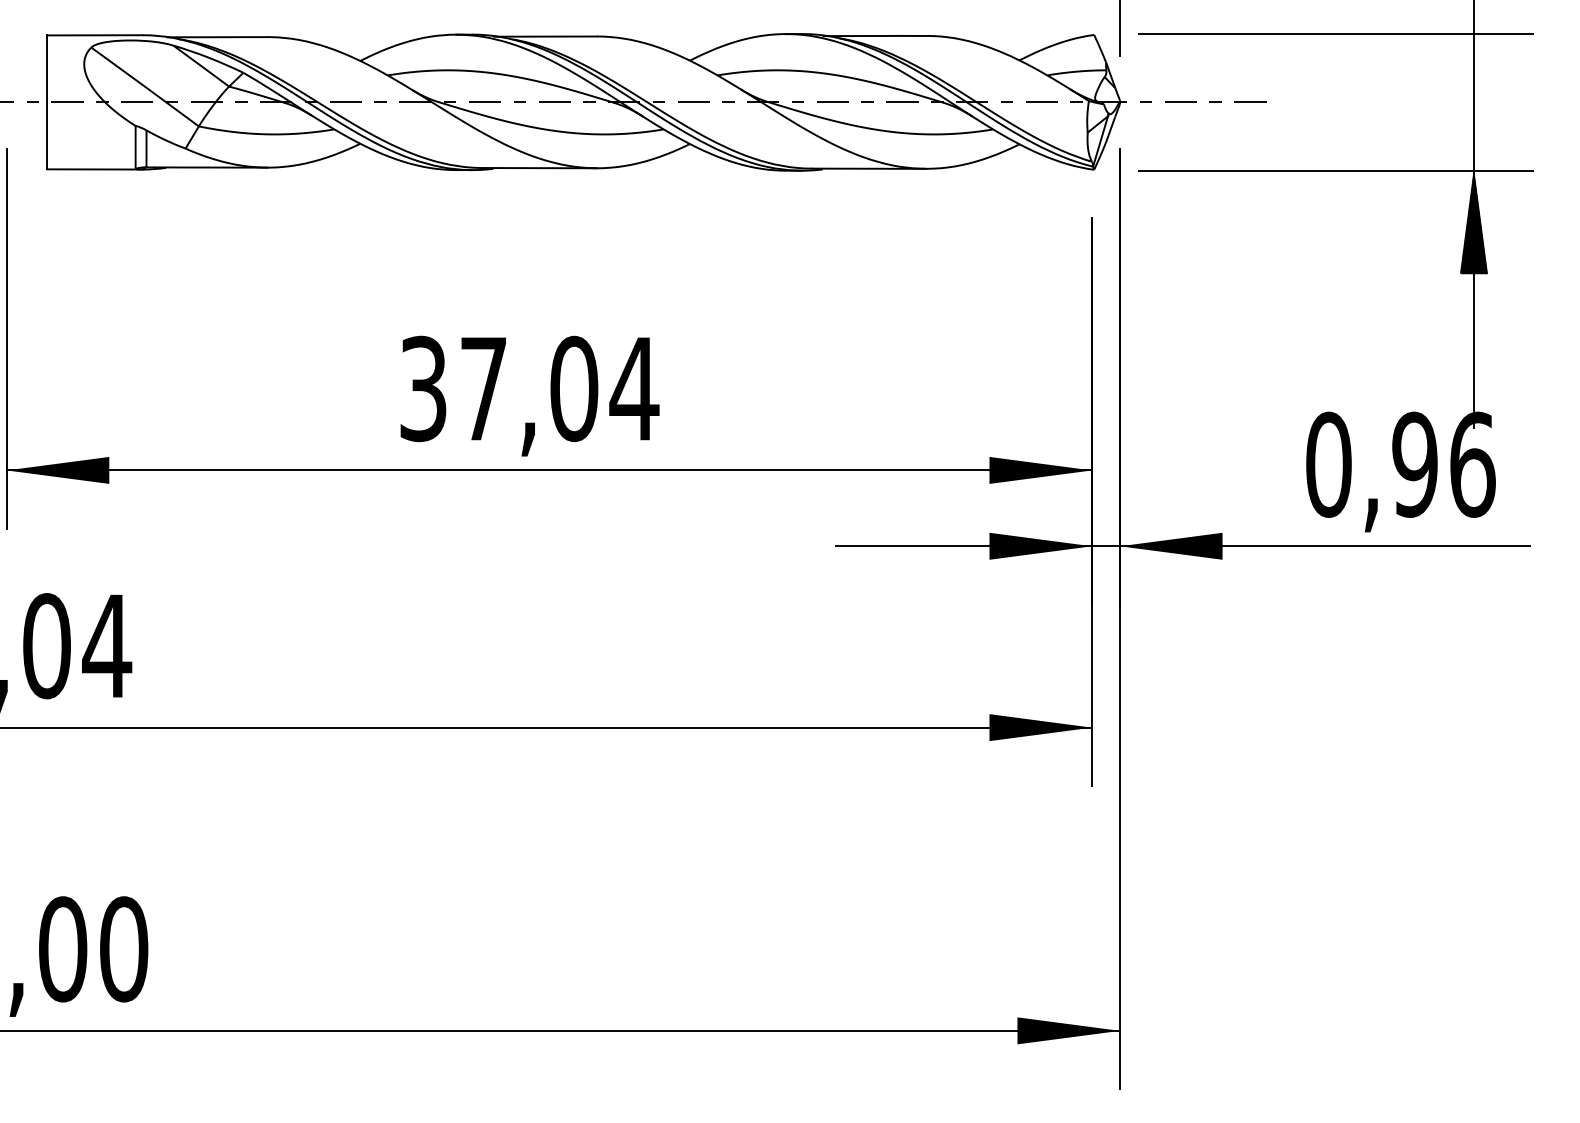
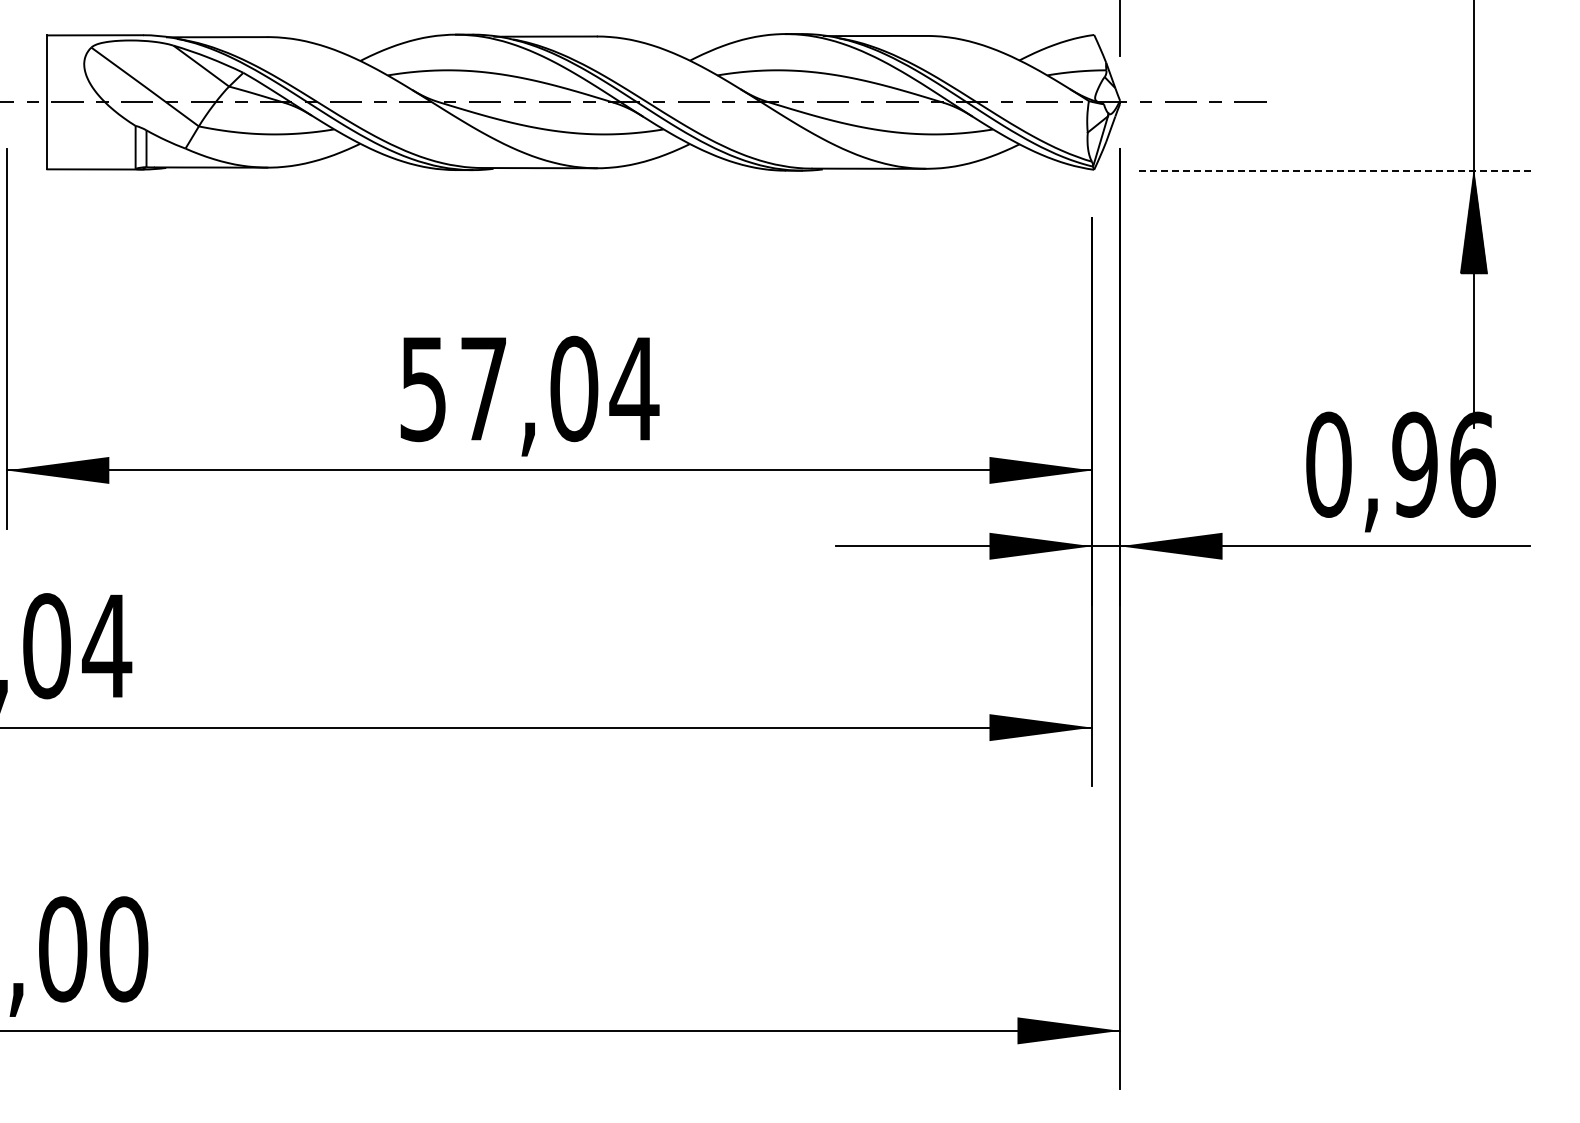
line at (1335, 33): present -> none
line at (1336, 171): solid -> dashed
text at (423, 388): 37,04 -> 57,04
